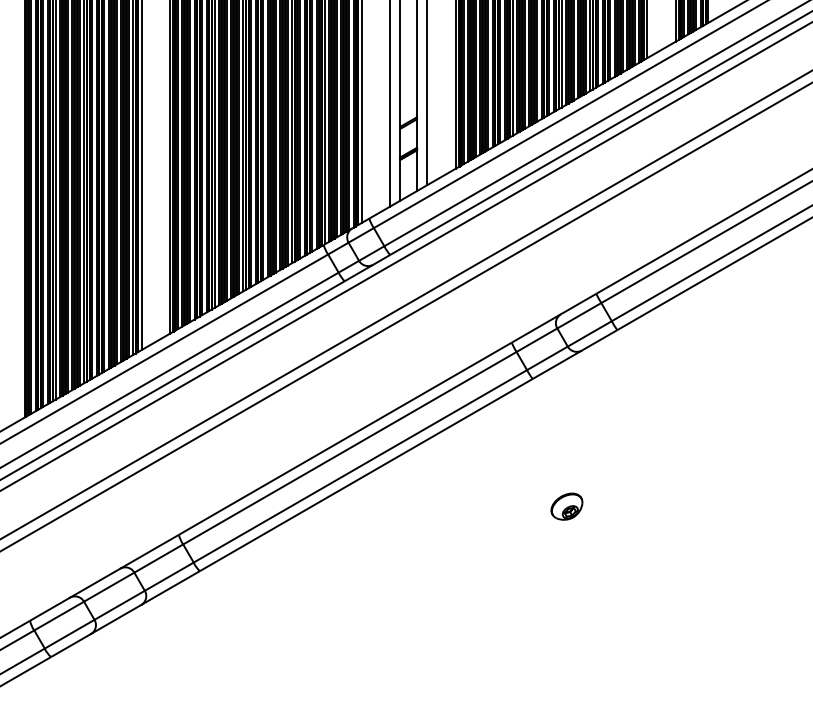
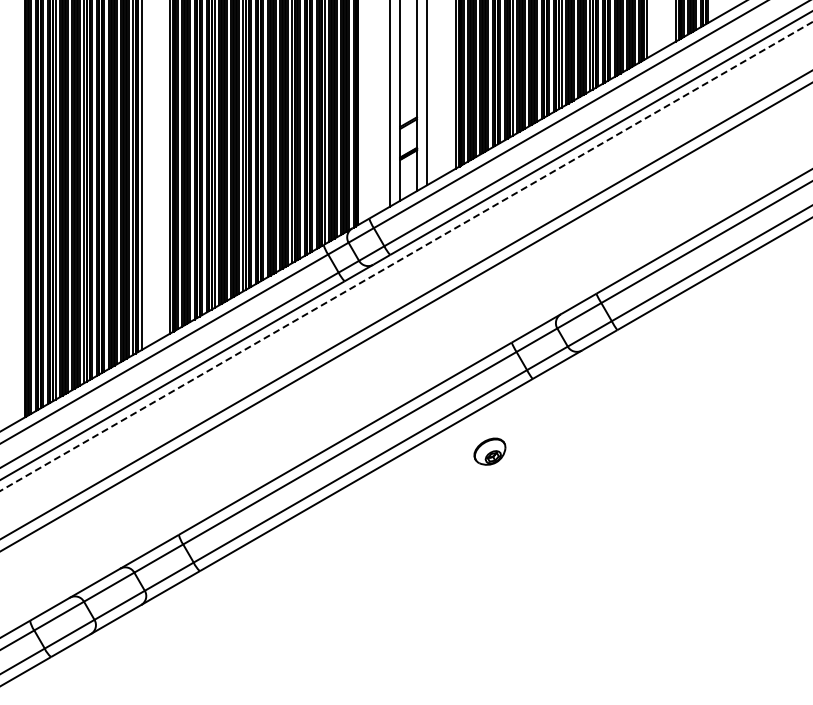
line at (361, 112): present -> none
line at (406, 256): solid -> dashed
part at (566, 506) position: (566, 506) -> (489, 451)
